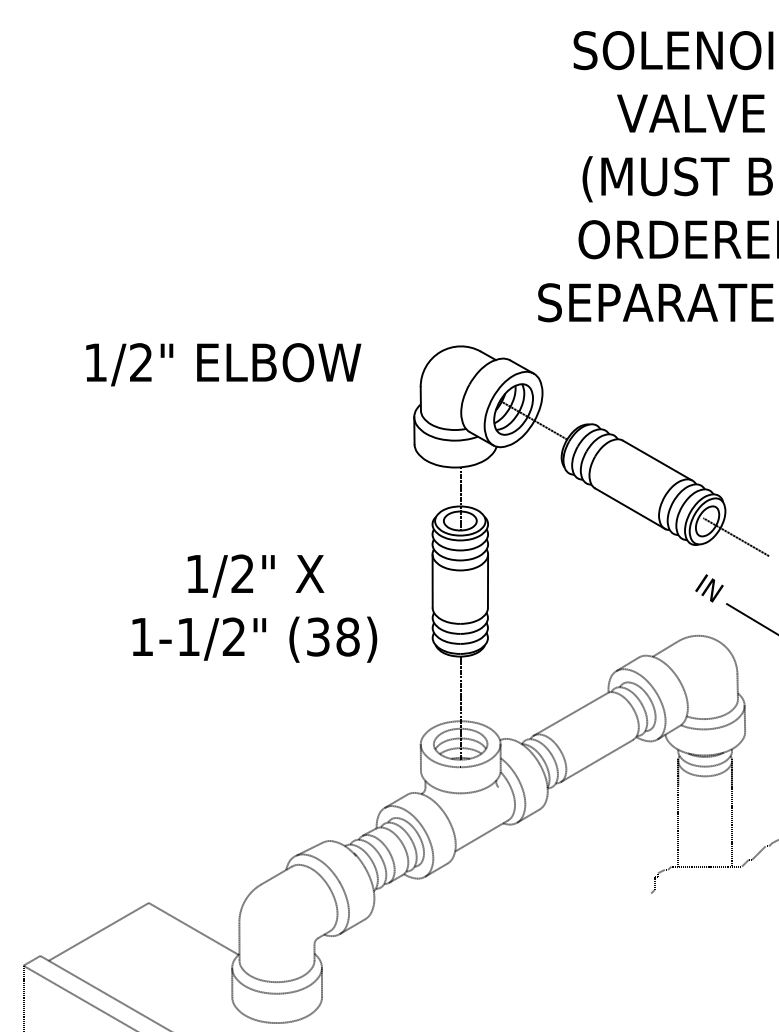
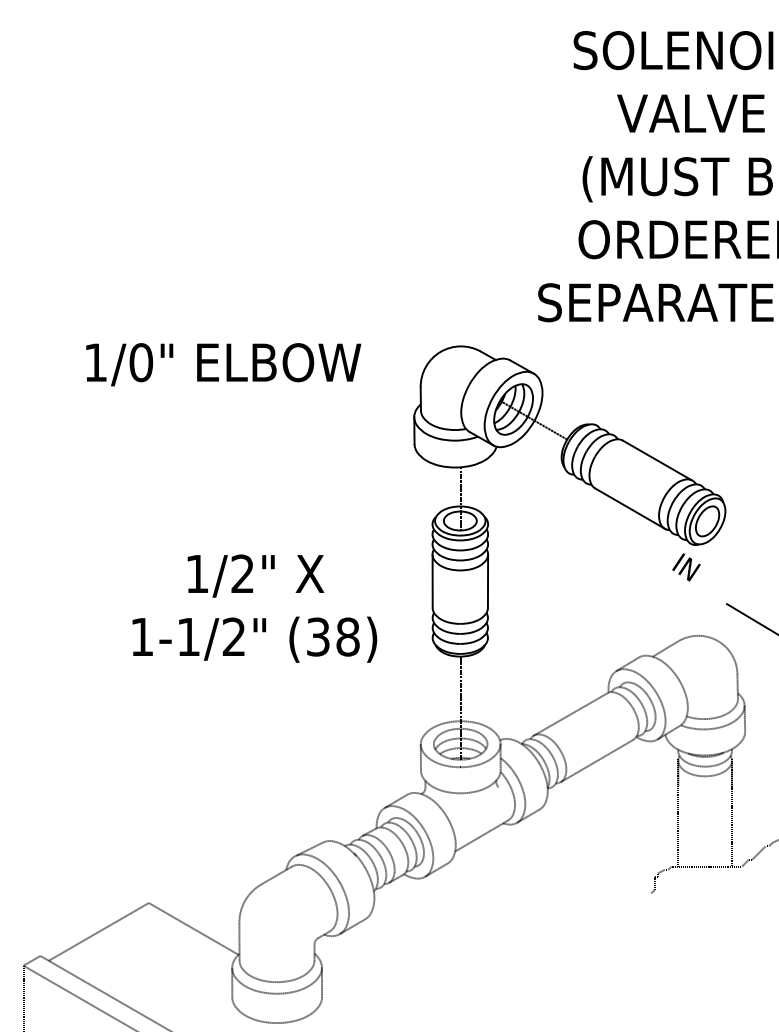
text at (141, 362): 1/2" -> 1/0"
line at (736, 537): present -> none
text at (709, 588) position: (709, 588) -> (686, 567)
